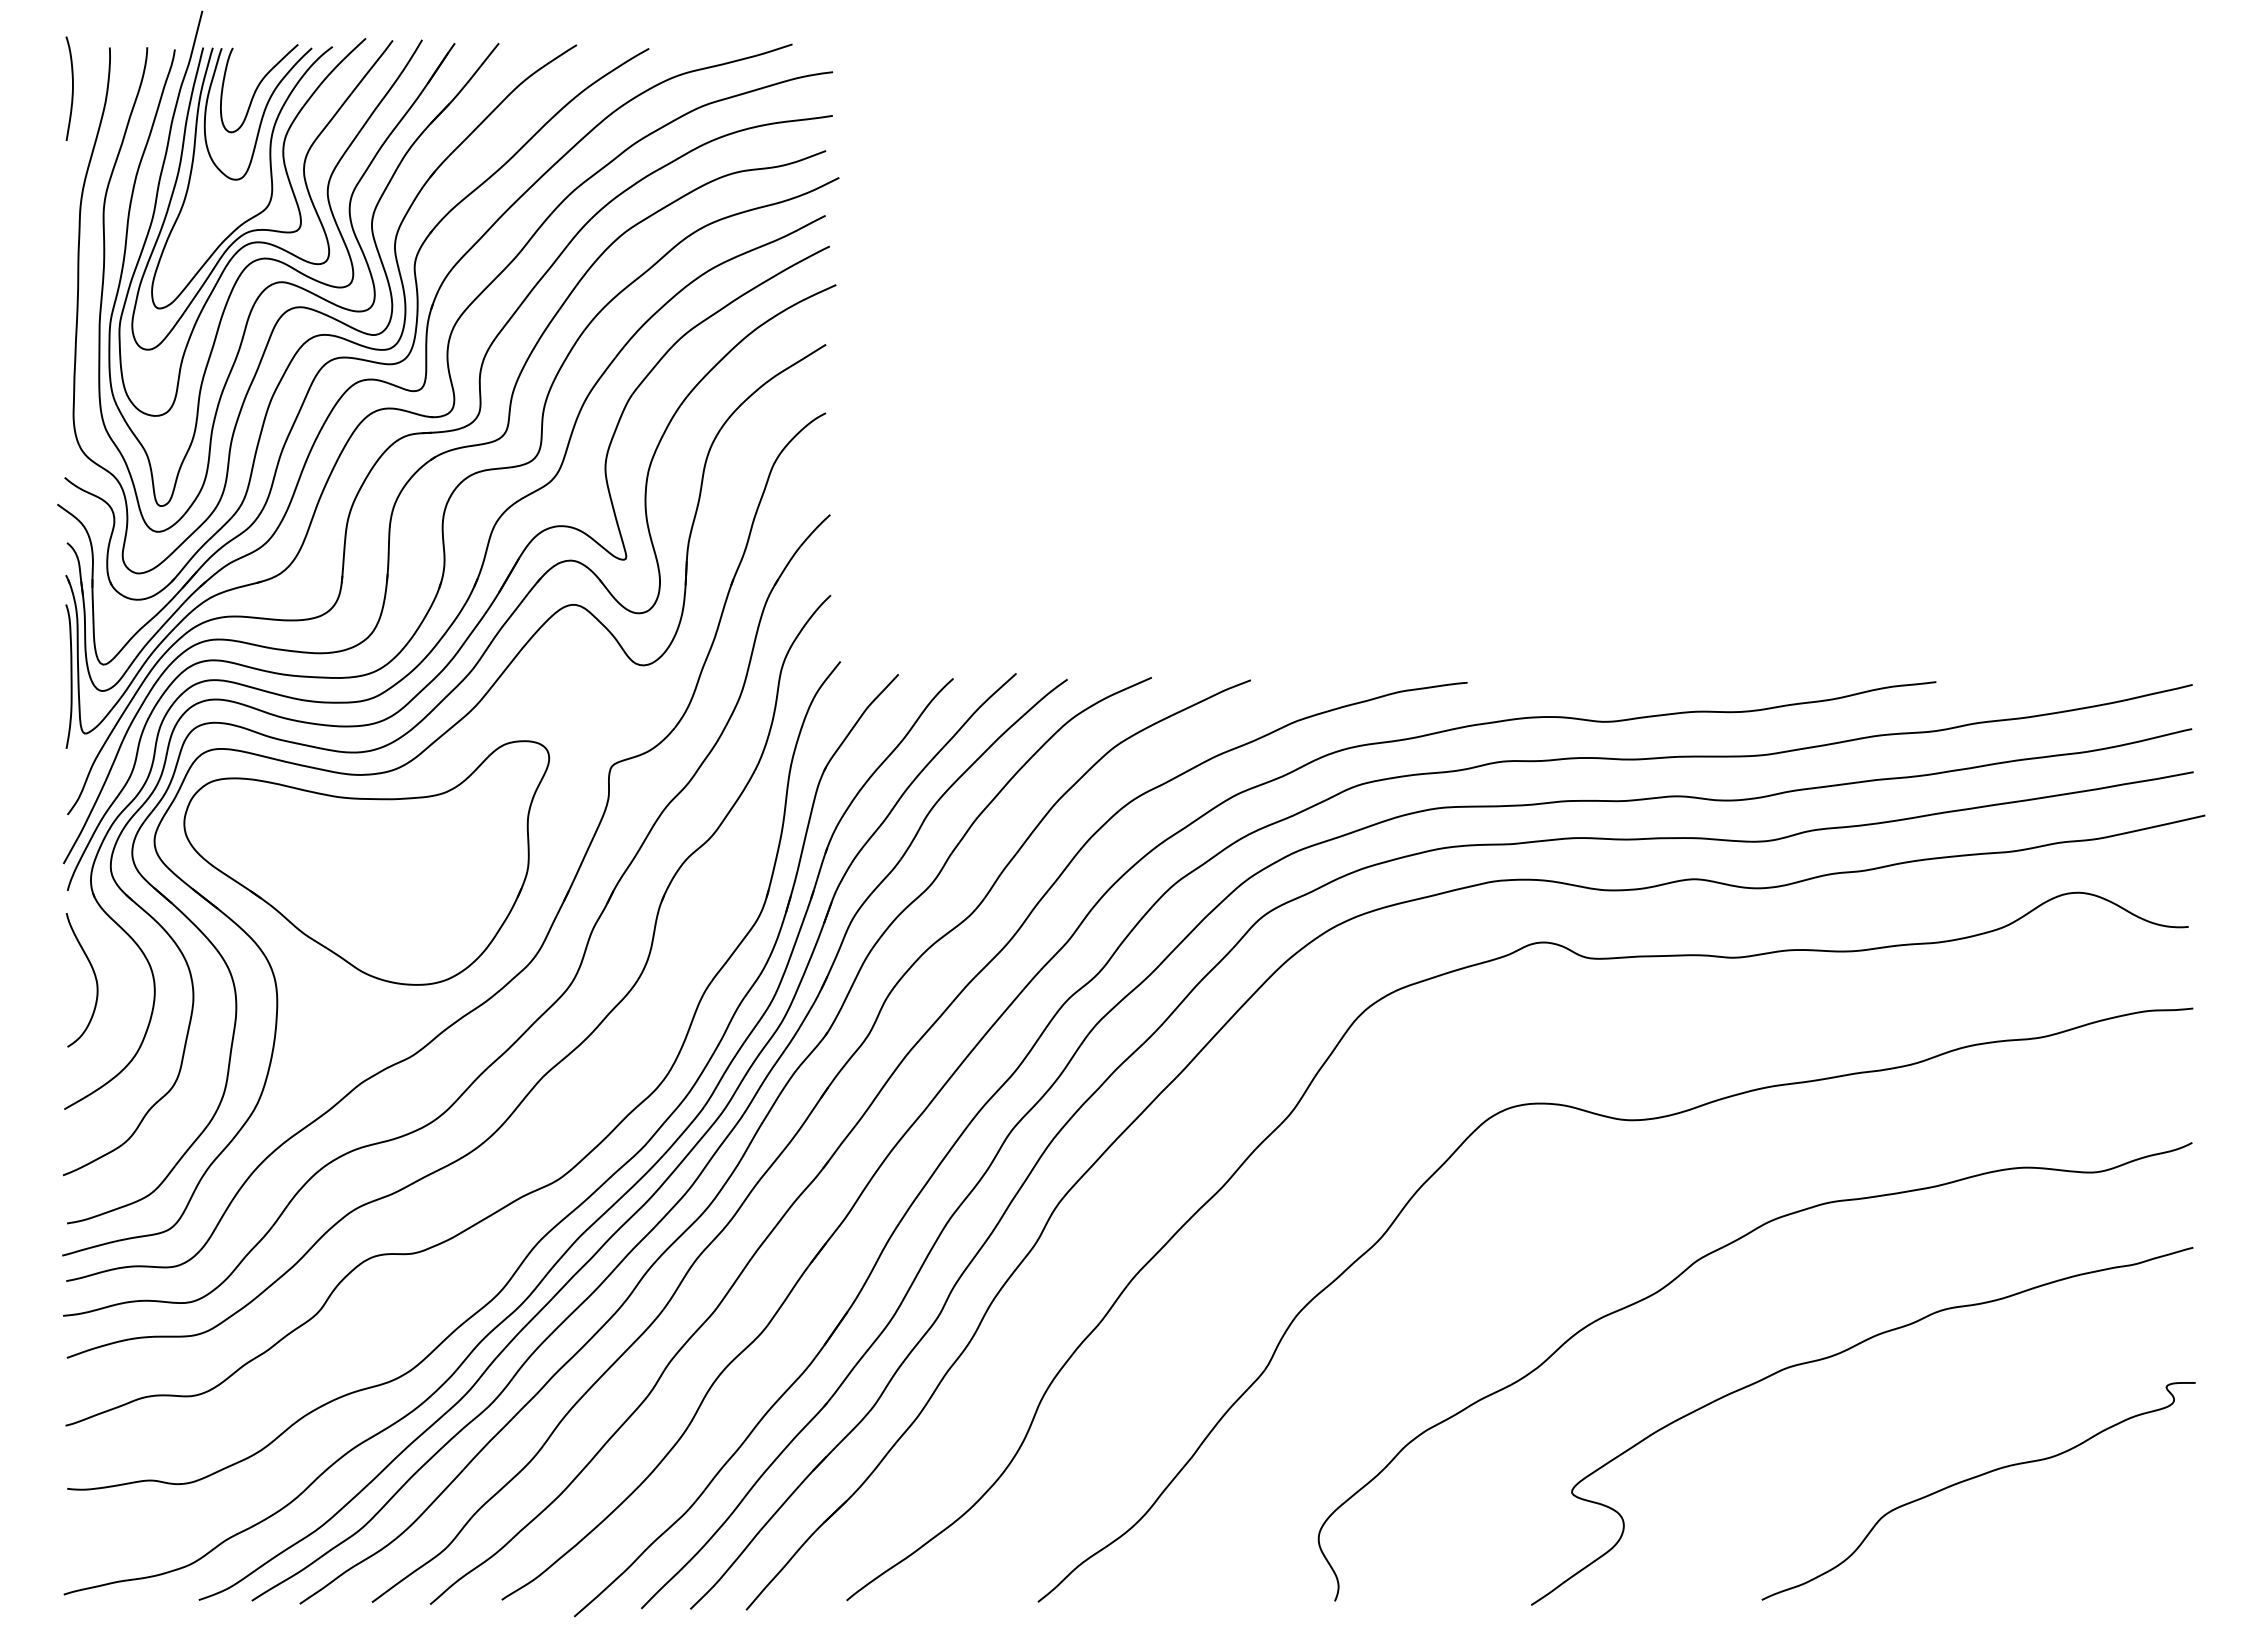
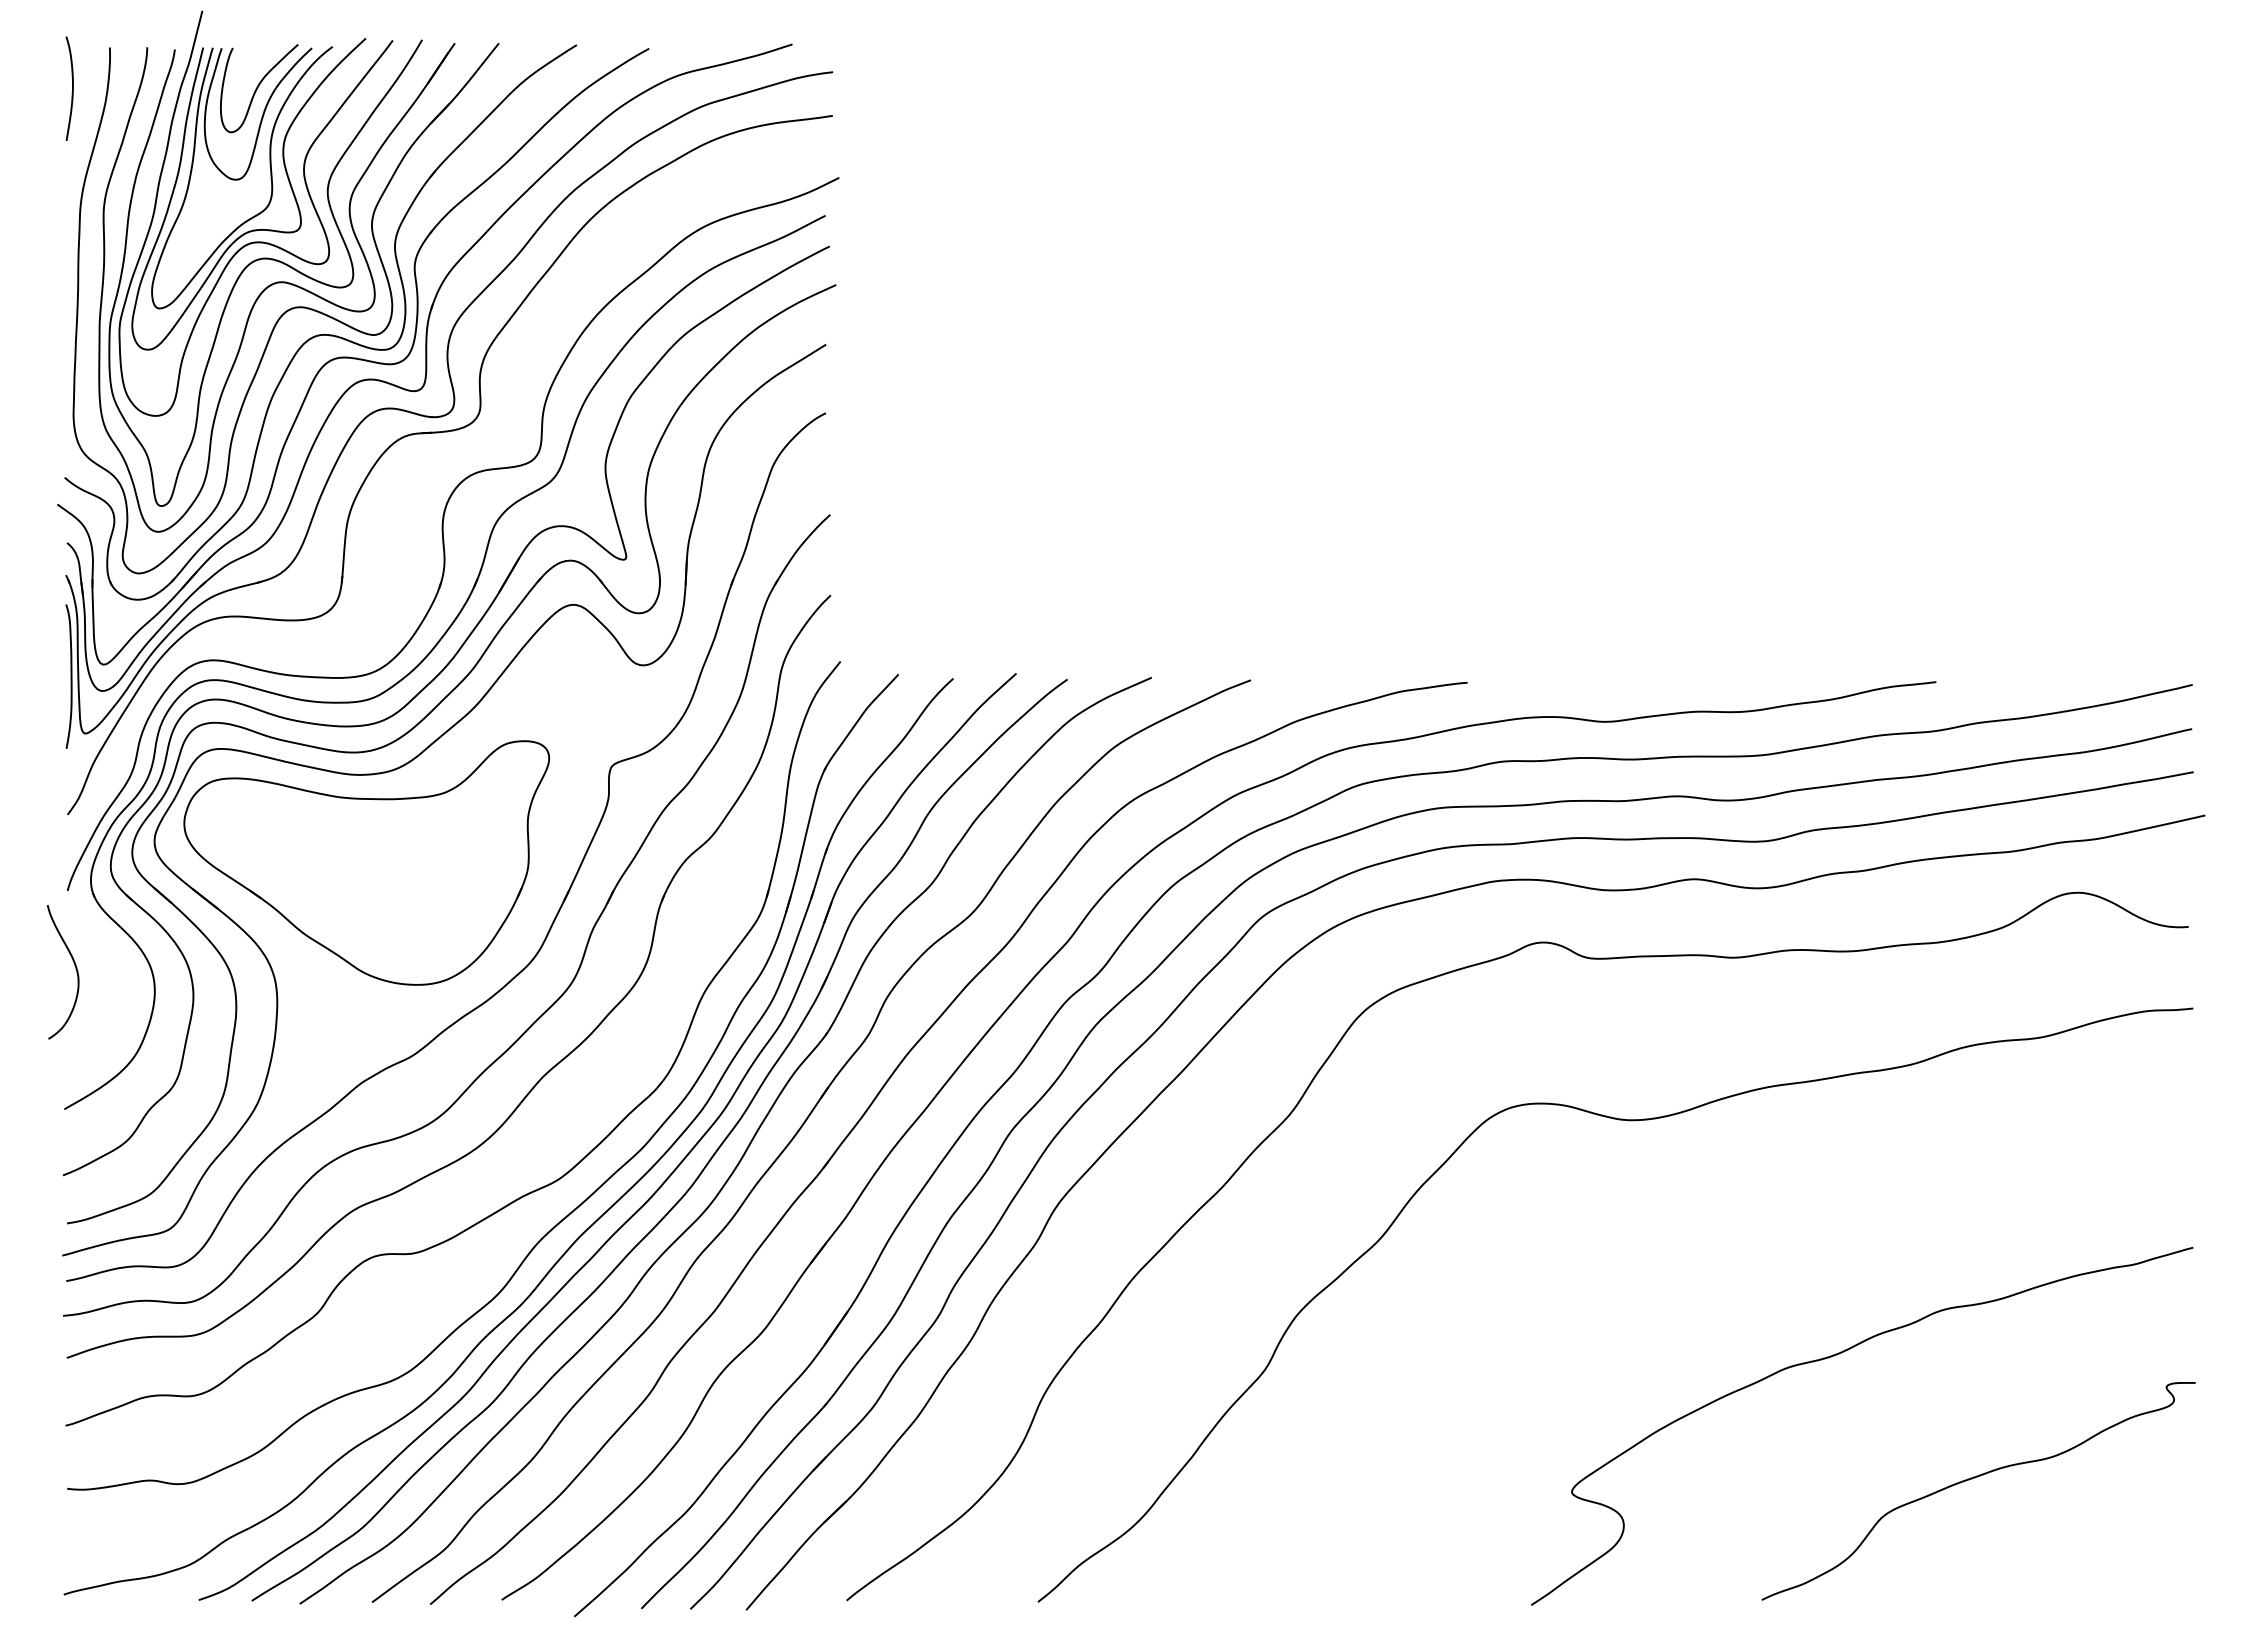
part at (410, 480): present -> none
curve at (94, 977) position: (94, 977) -> (75, 969)
curve at (1676, 1279): present -> none
